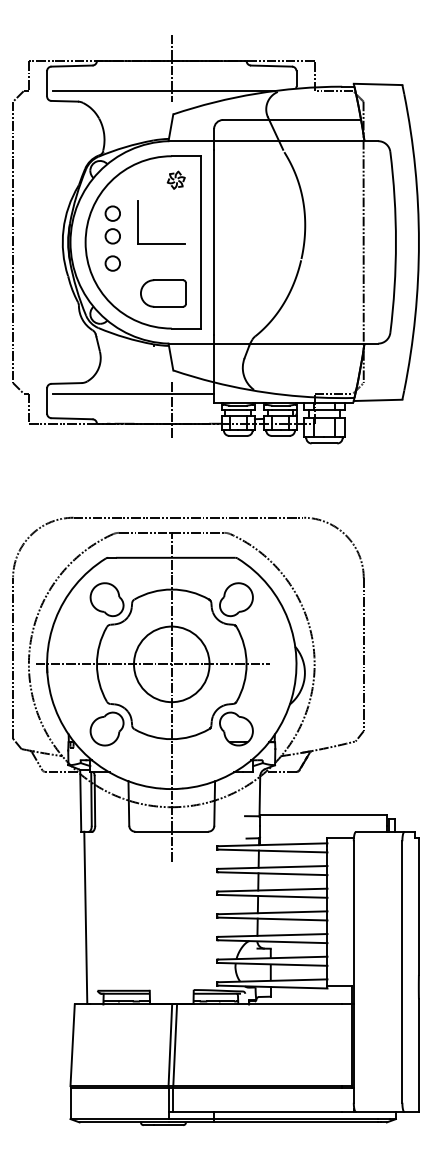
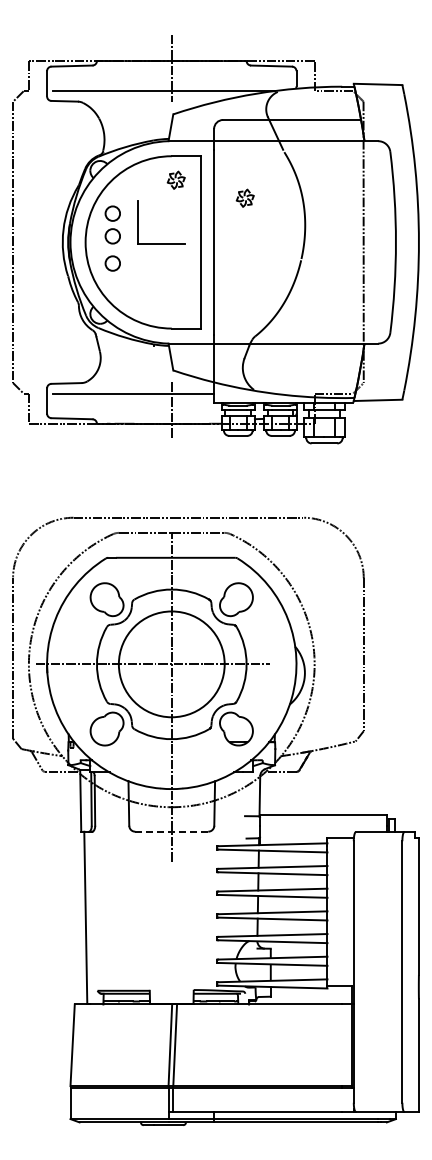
part at (244, 197): none -> present
part at (163, 293): present -> none
circle at (171, 664) diameter: 76 px -> 106 px
line at (172, 831): solid -> dashed
